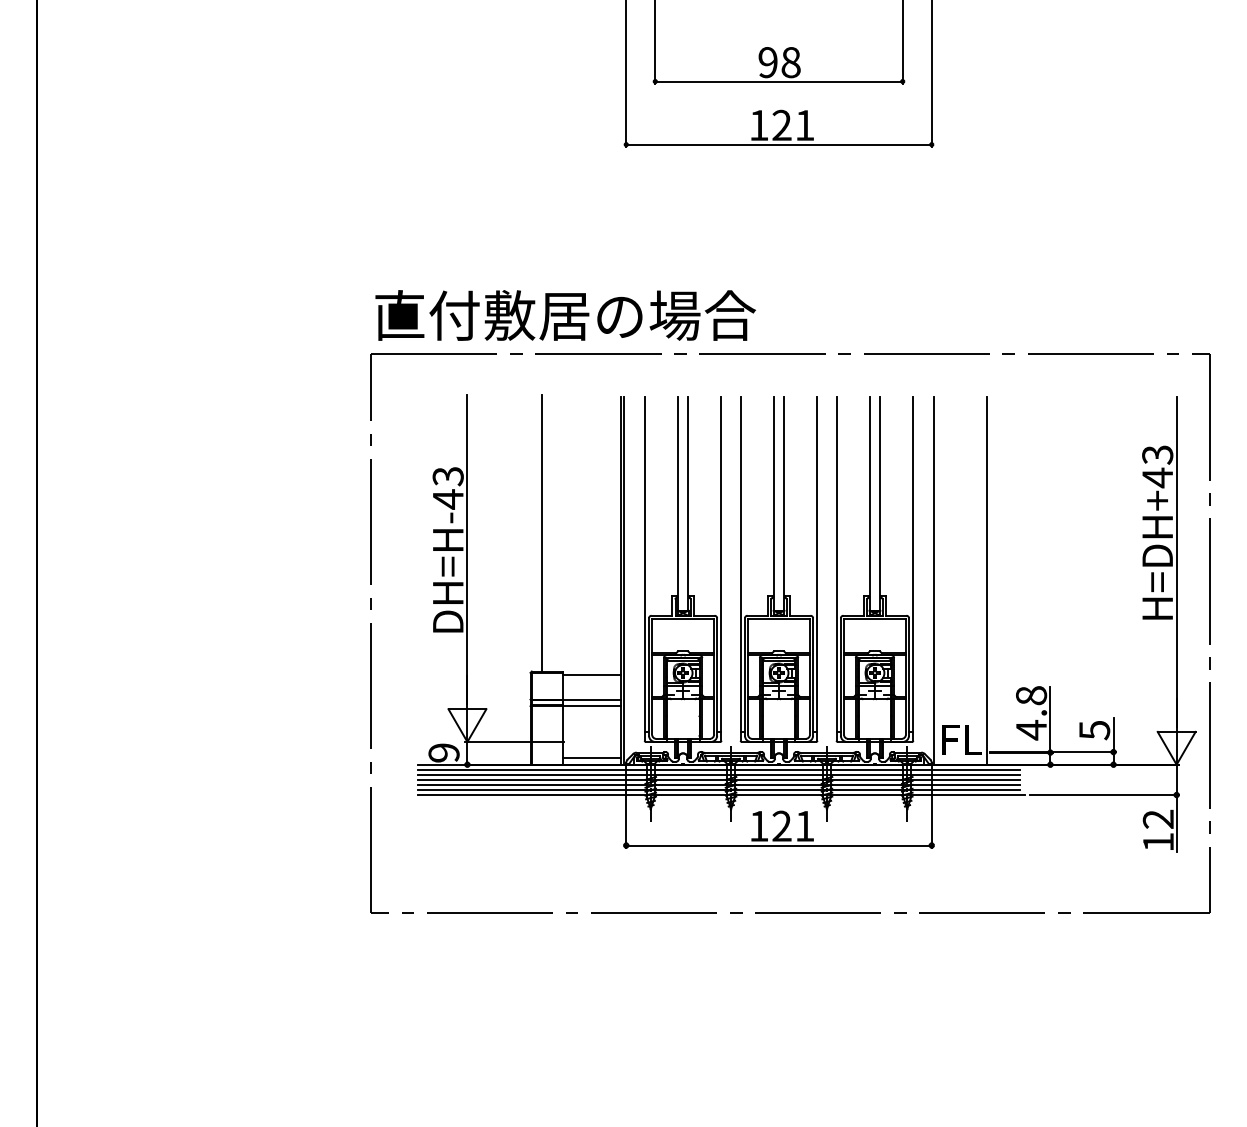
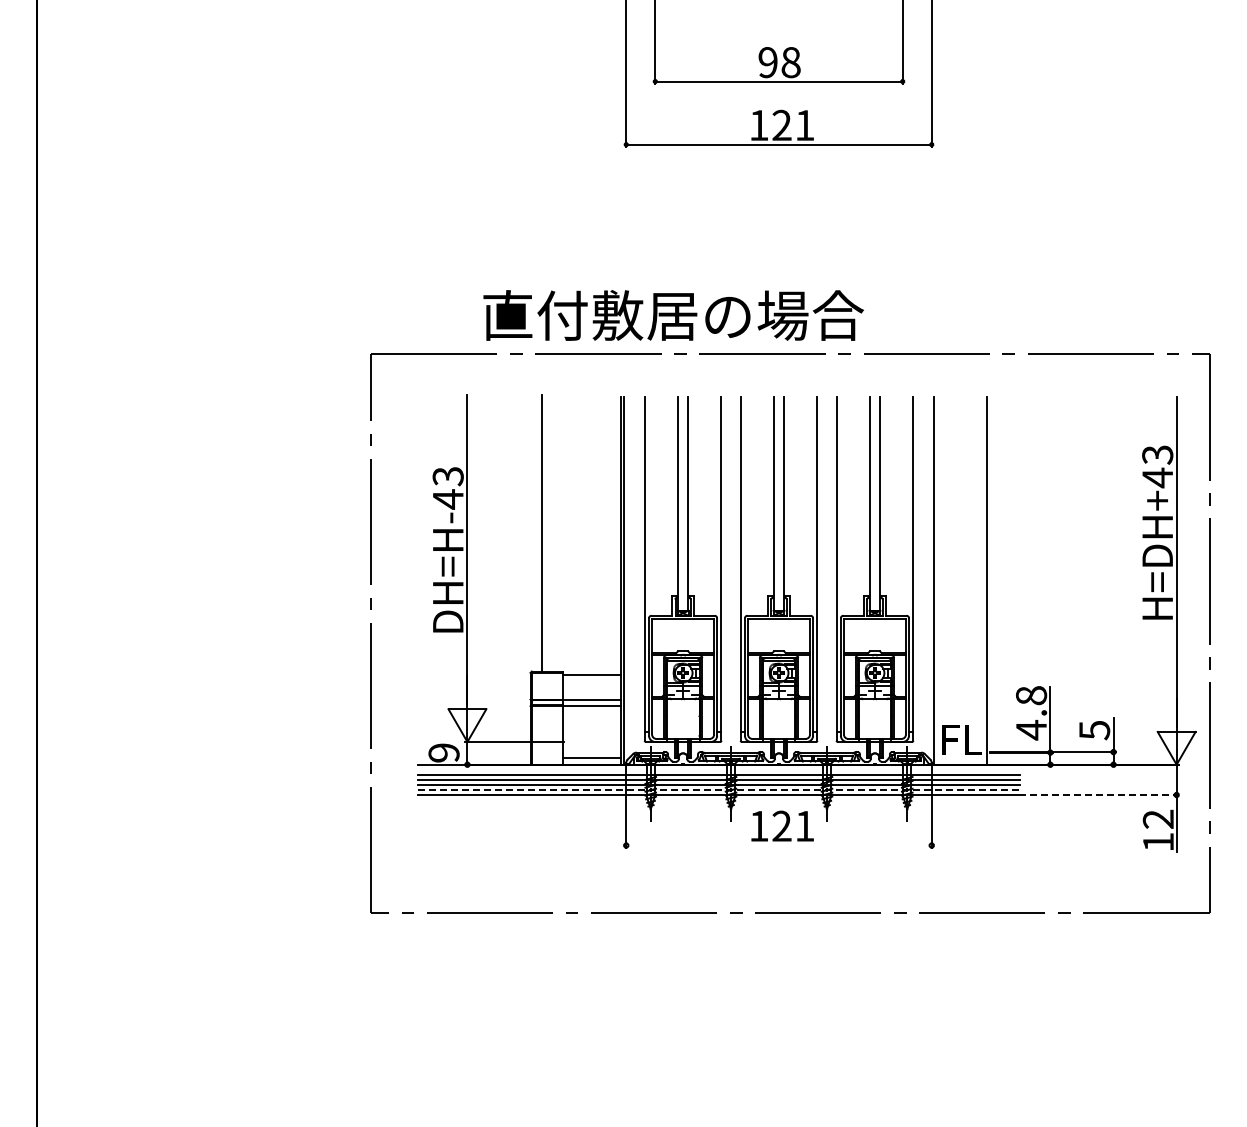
text at (565, 315) position: (565, 315) -> (673, 315)
line at (718, 769): present -> none
line at (719, 789): solid -> dashed
line at (1105, 795): solid -> dashed
line at (778, 845): present -> none
